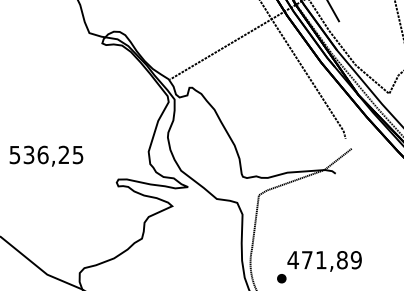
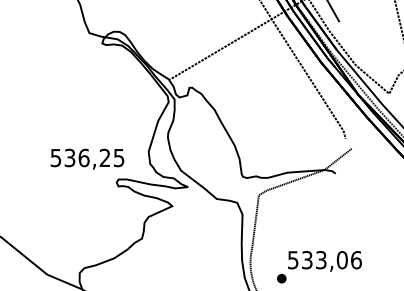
text at (46, 155) position: (46, 155) -> (87, 158)
text at (324, 260): 471,89 -> 533,06
